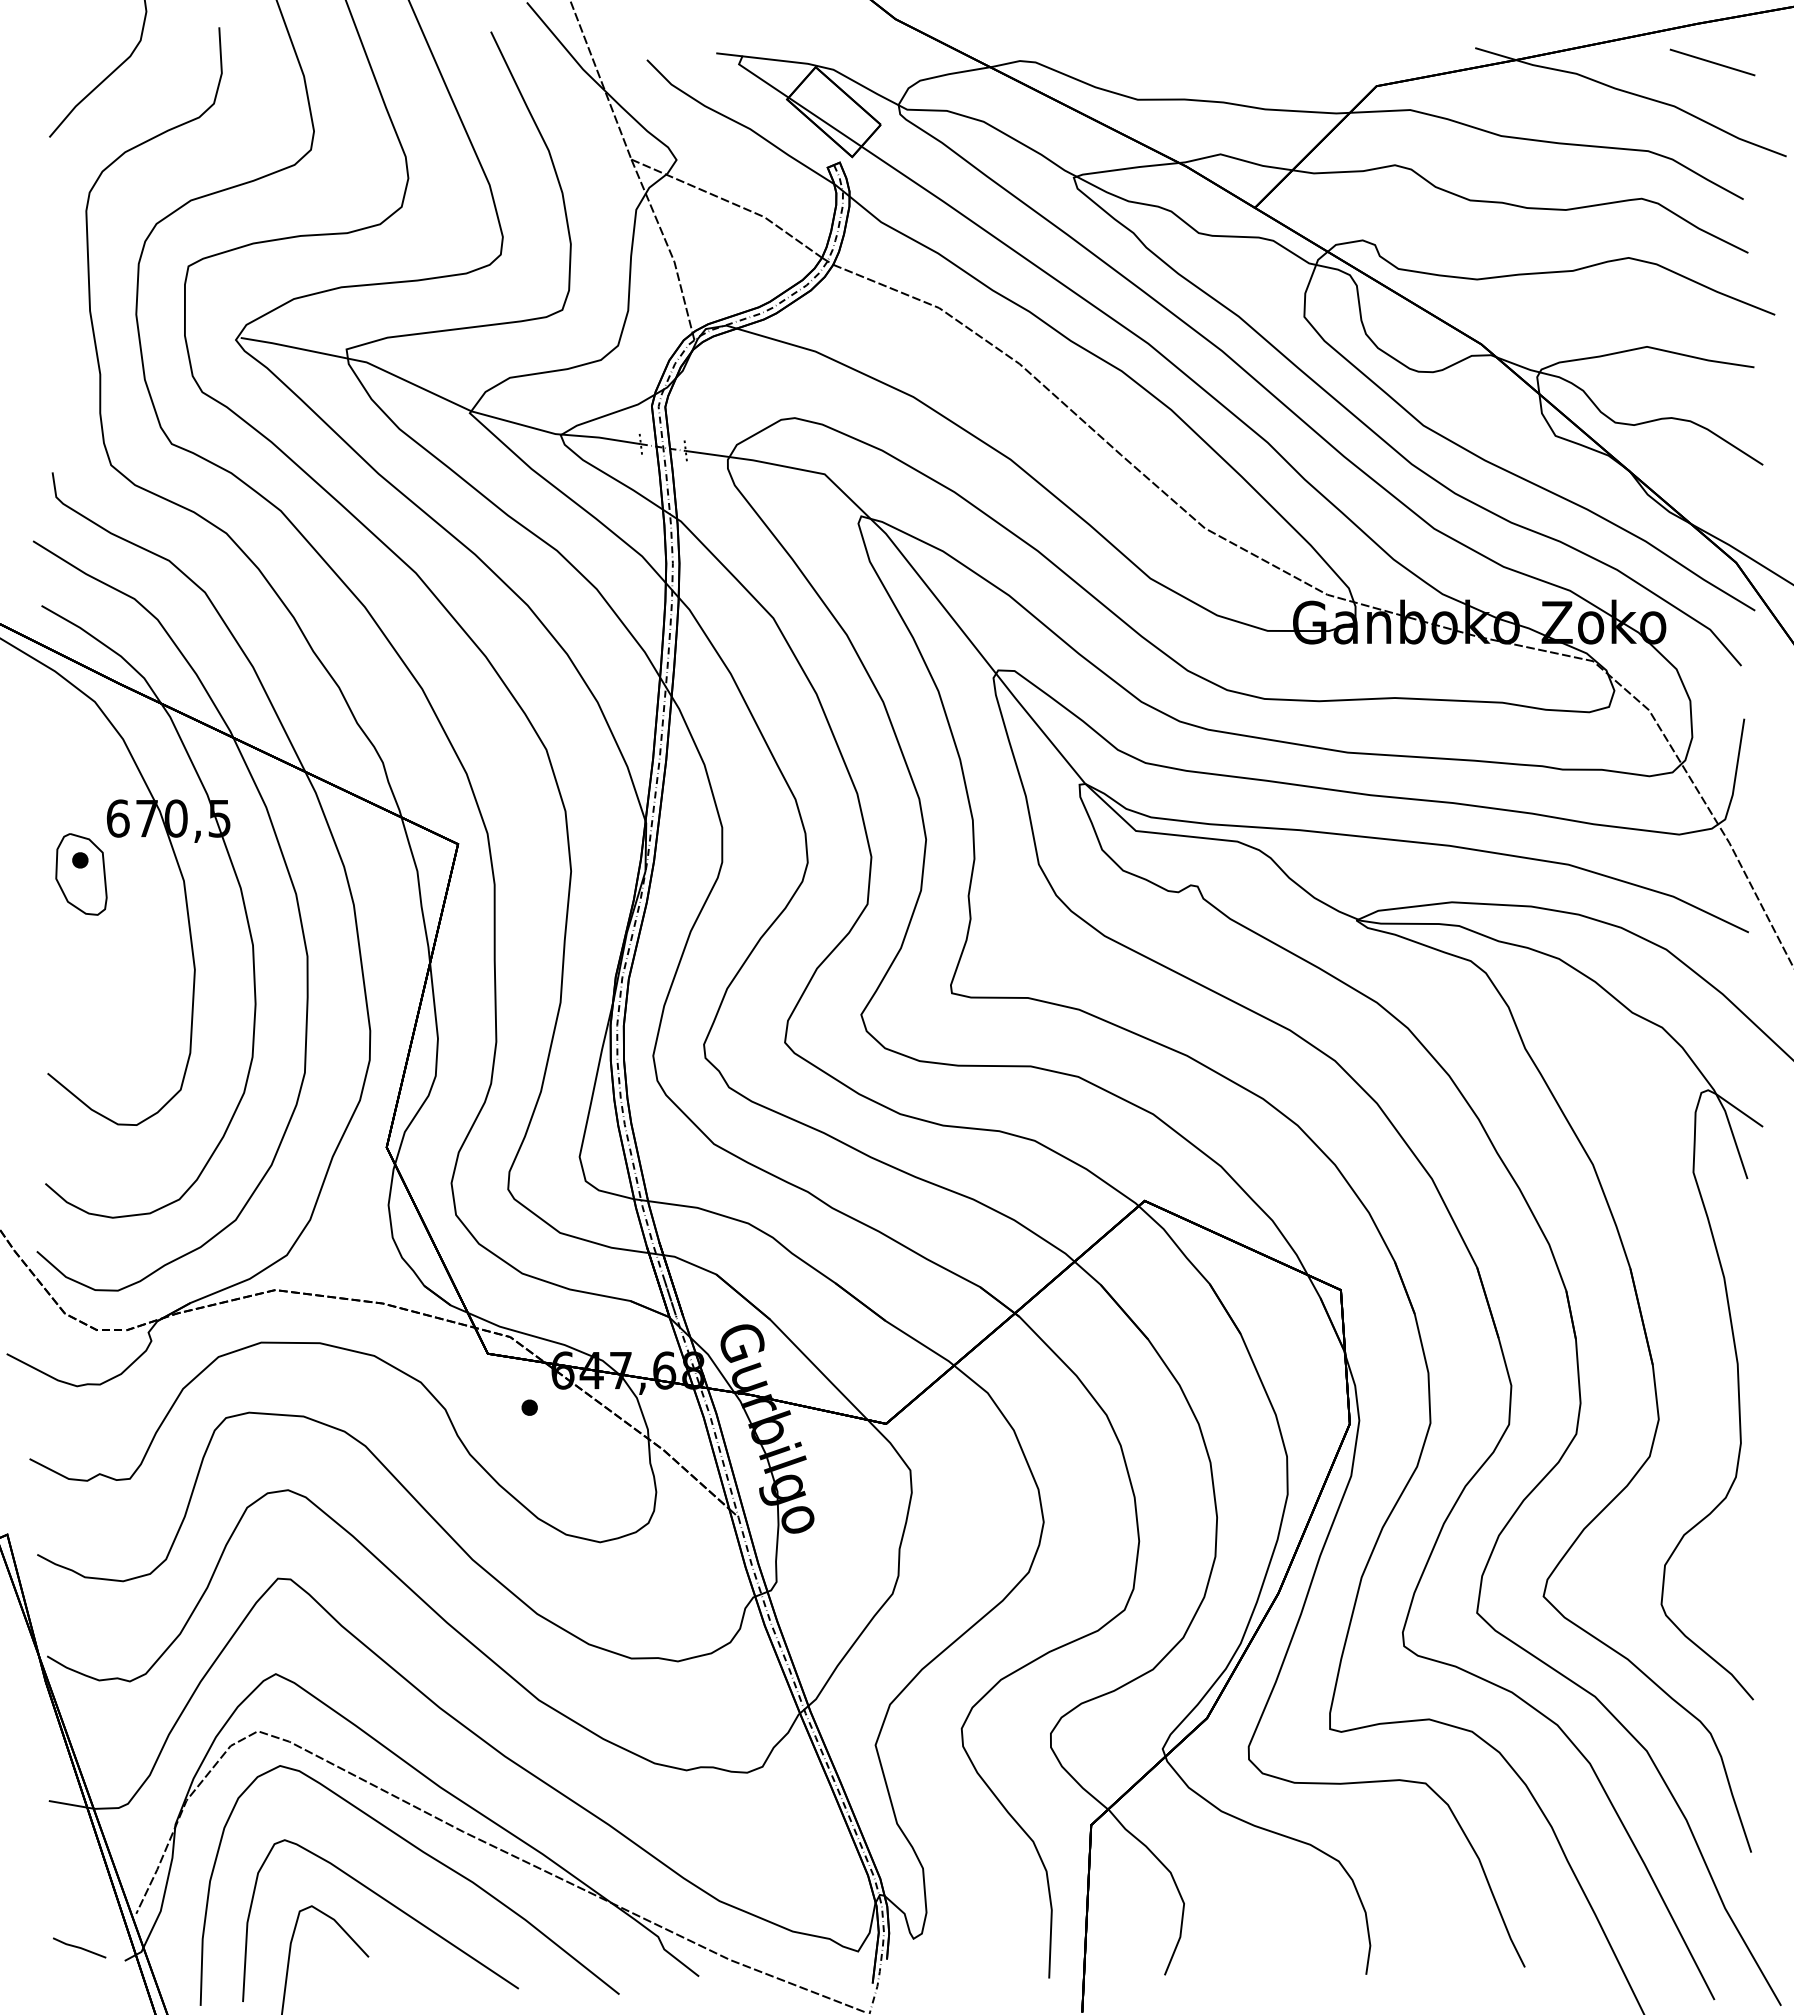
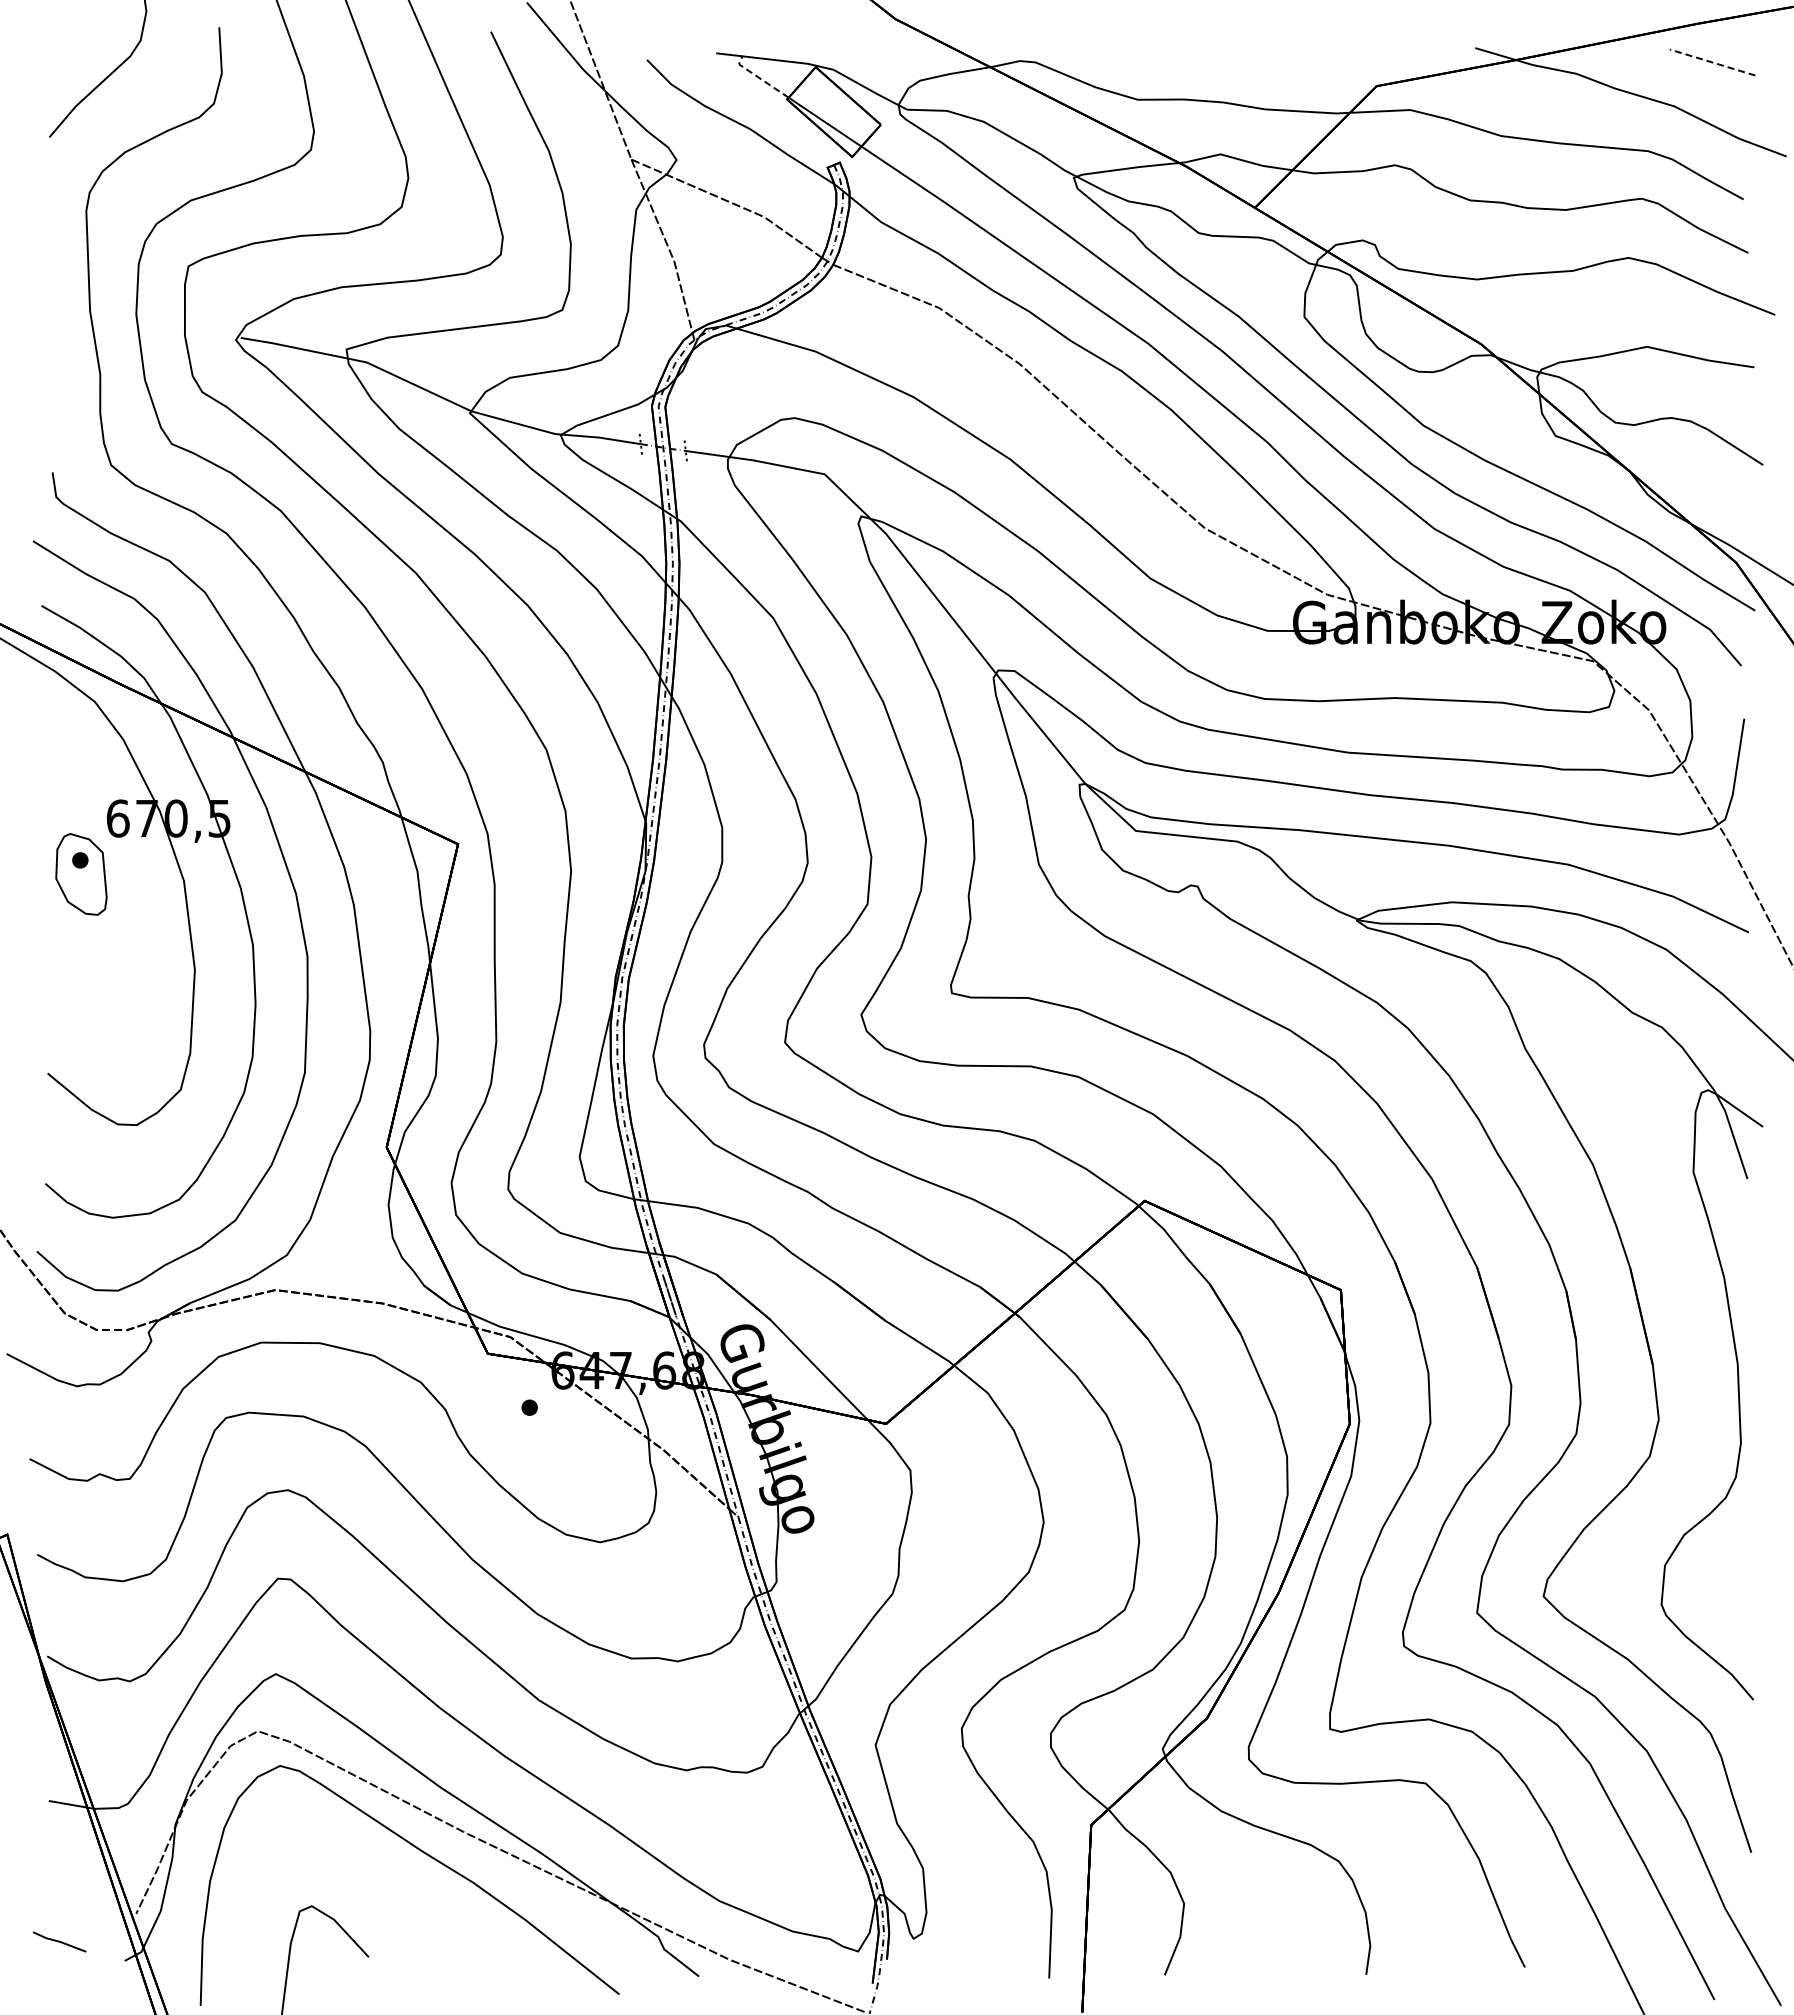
line at (1712, 62): solid -> dashed
line at (758, 77): solid -> dashed
curve at (391, 1905): present -> none
line at (79, 1947) position: (79, 1947) -> (59, 1941)
